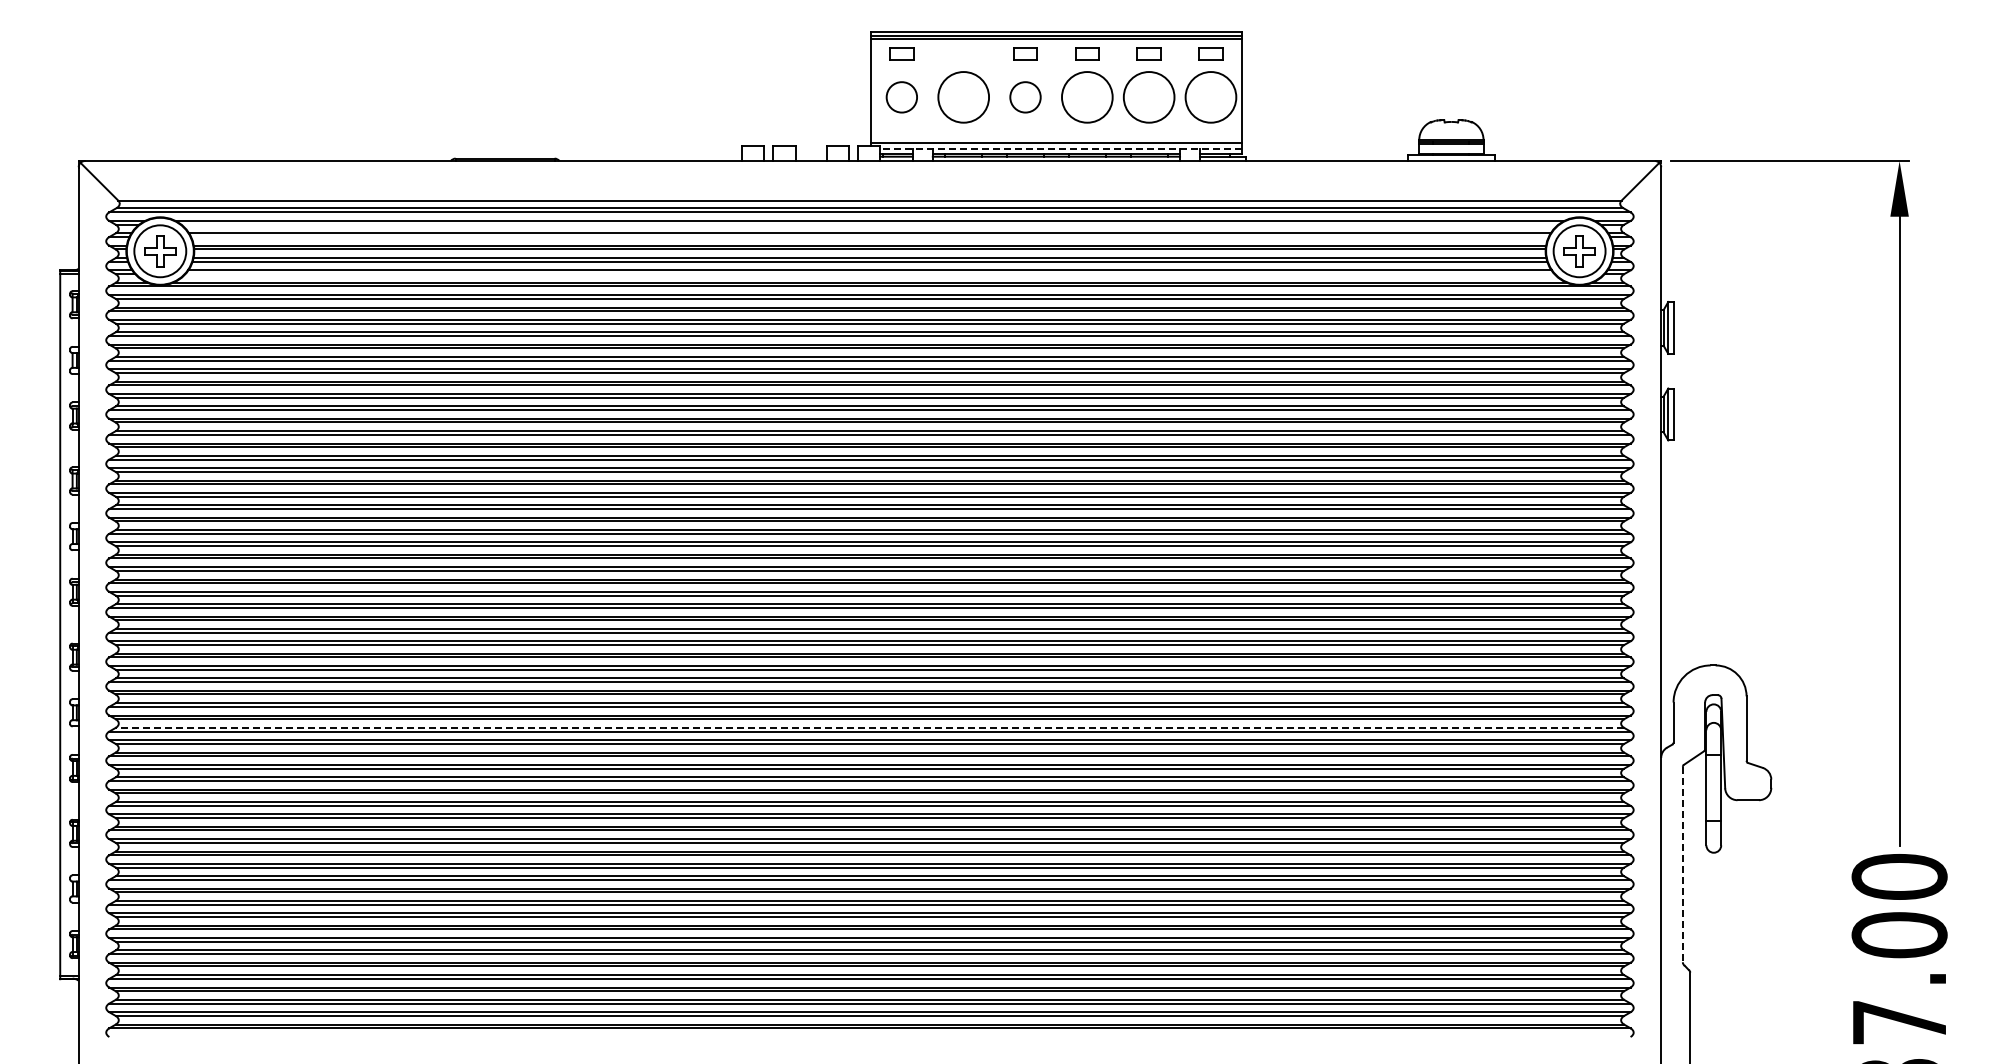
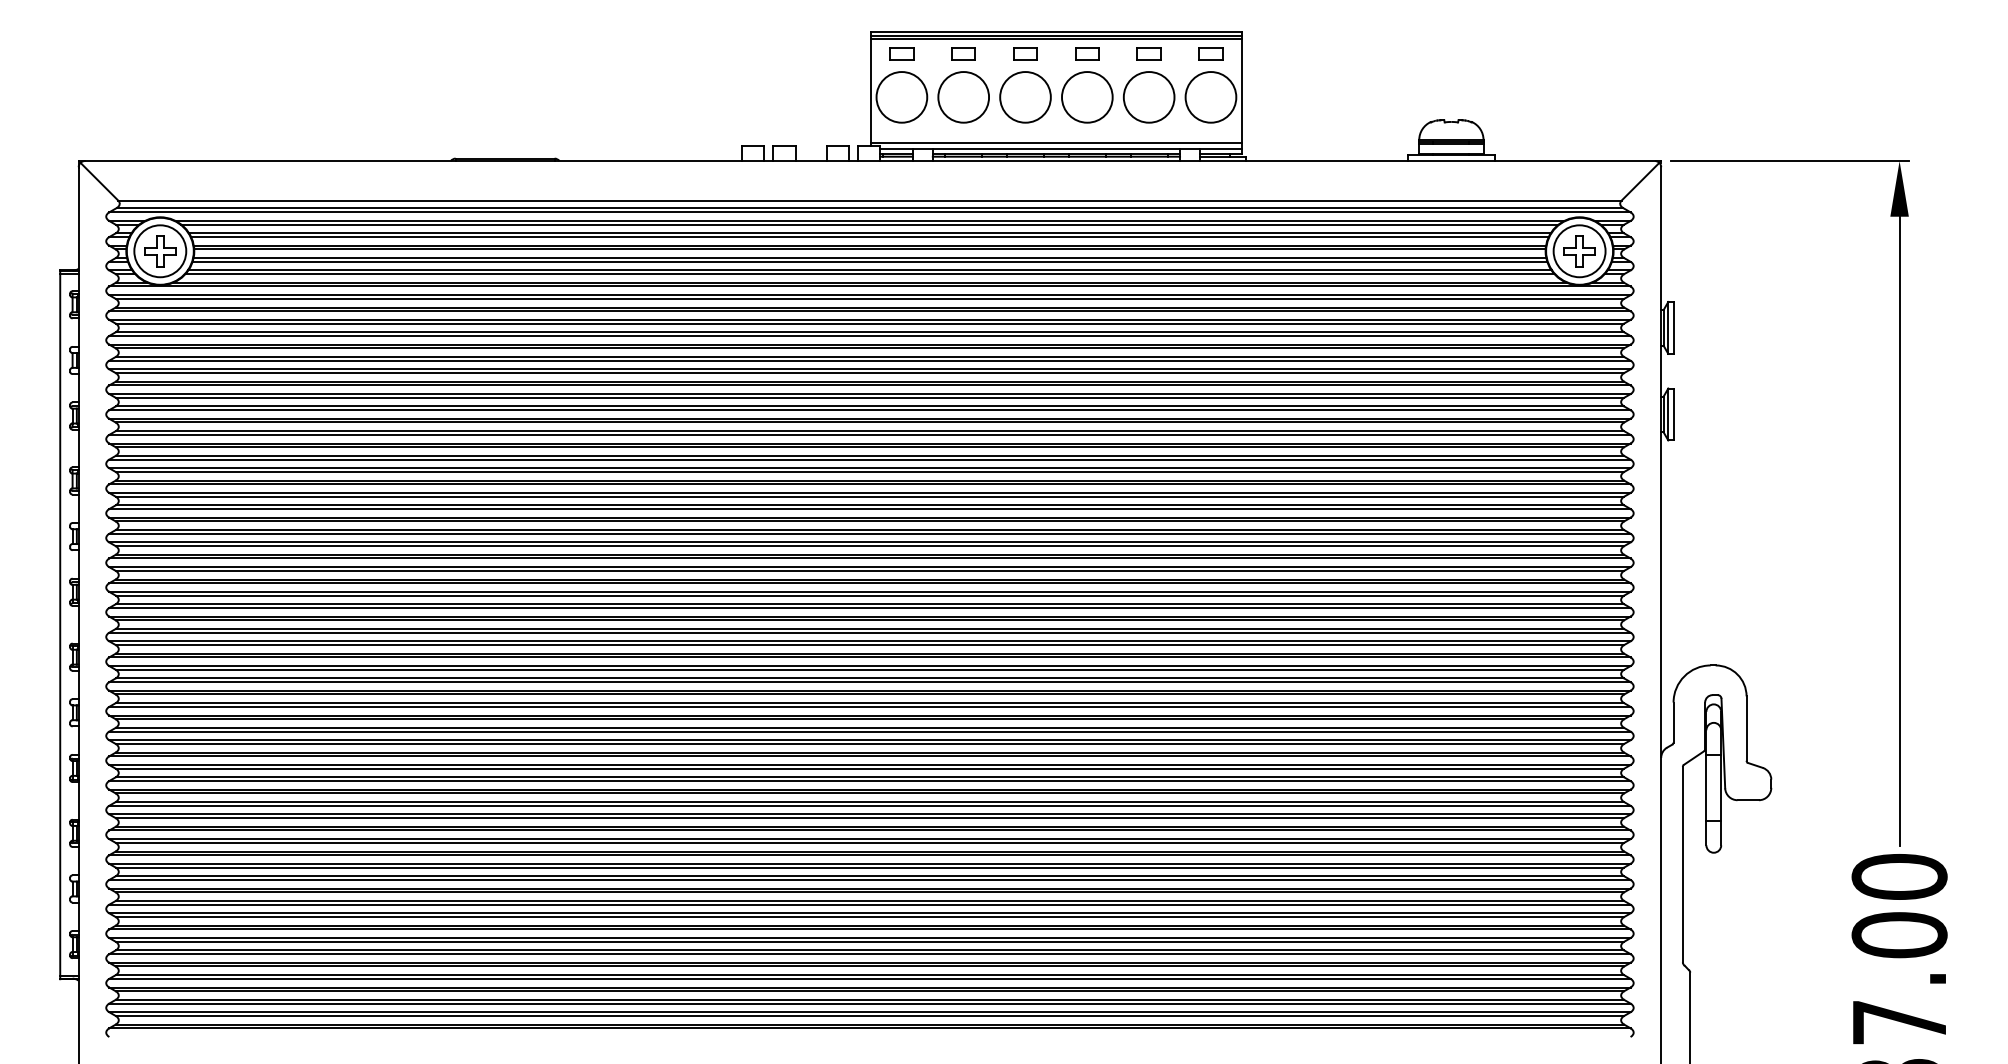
part at (963, 53): none -> present
circle at (901, 97) diameter: 30 px -> 51 px
circle at (1025, 97) diameter: 30 px -> 51 px
line at (1061, 148): dashed -> solid
line at (869, 224): none -> present
line at (869, 237): none -> present
line at (869, 274): none -> present
line at (869, 727): dashed -> solid
line at (1682, 864): dashed -> solid
